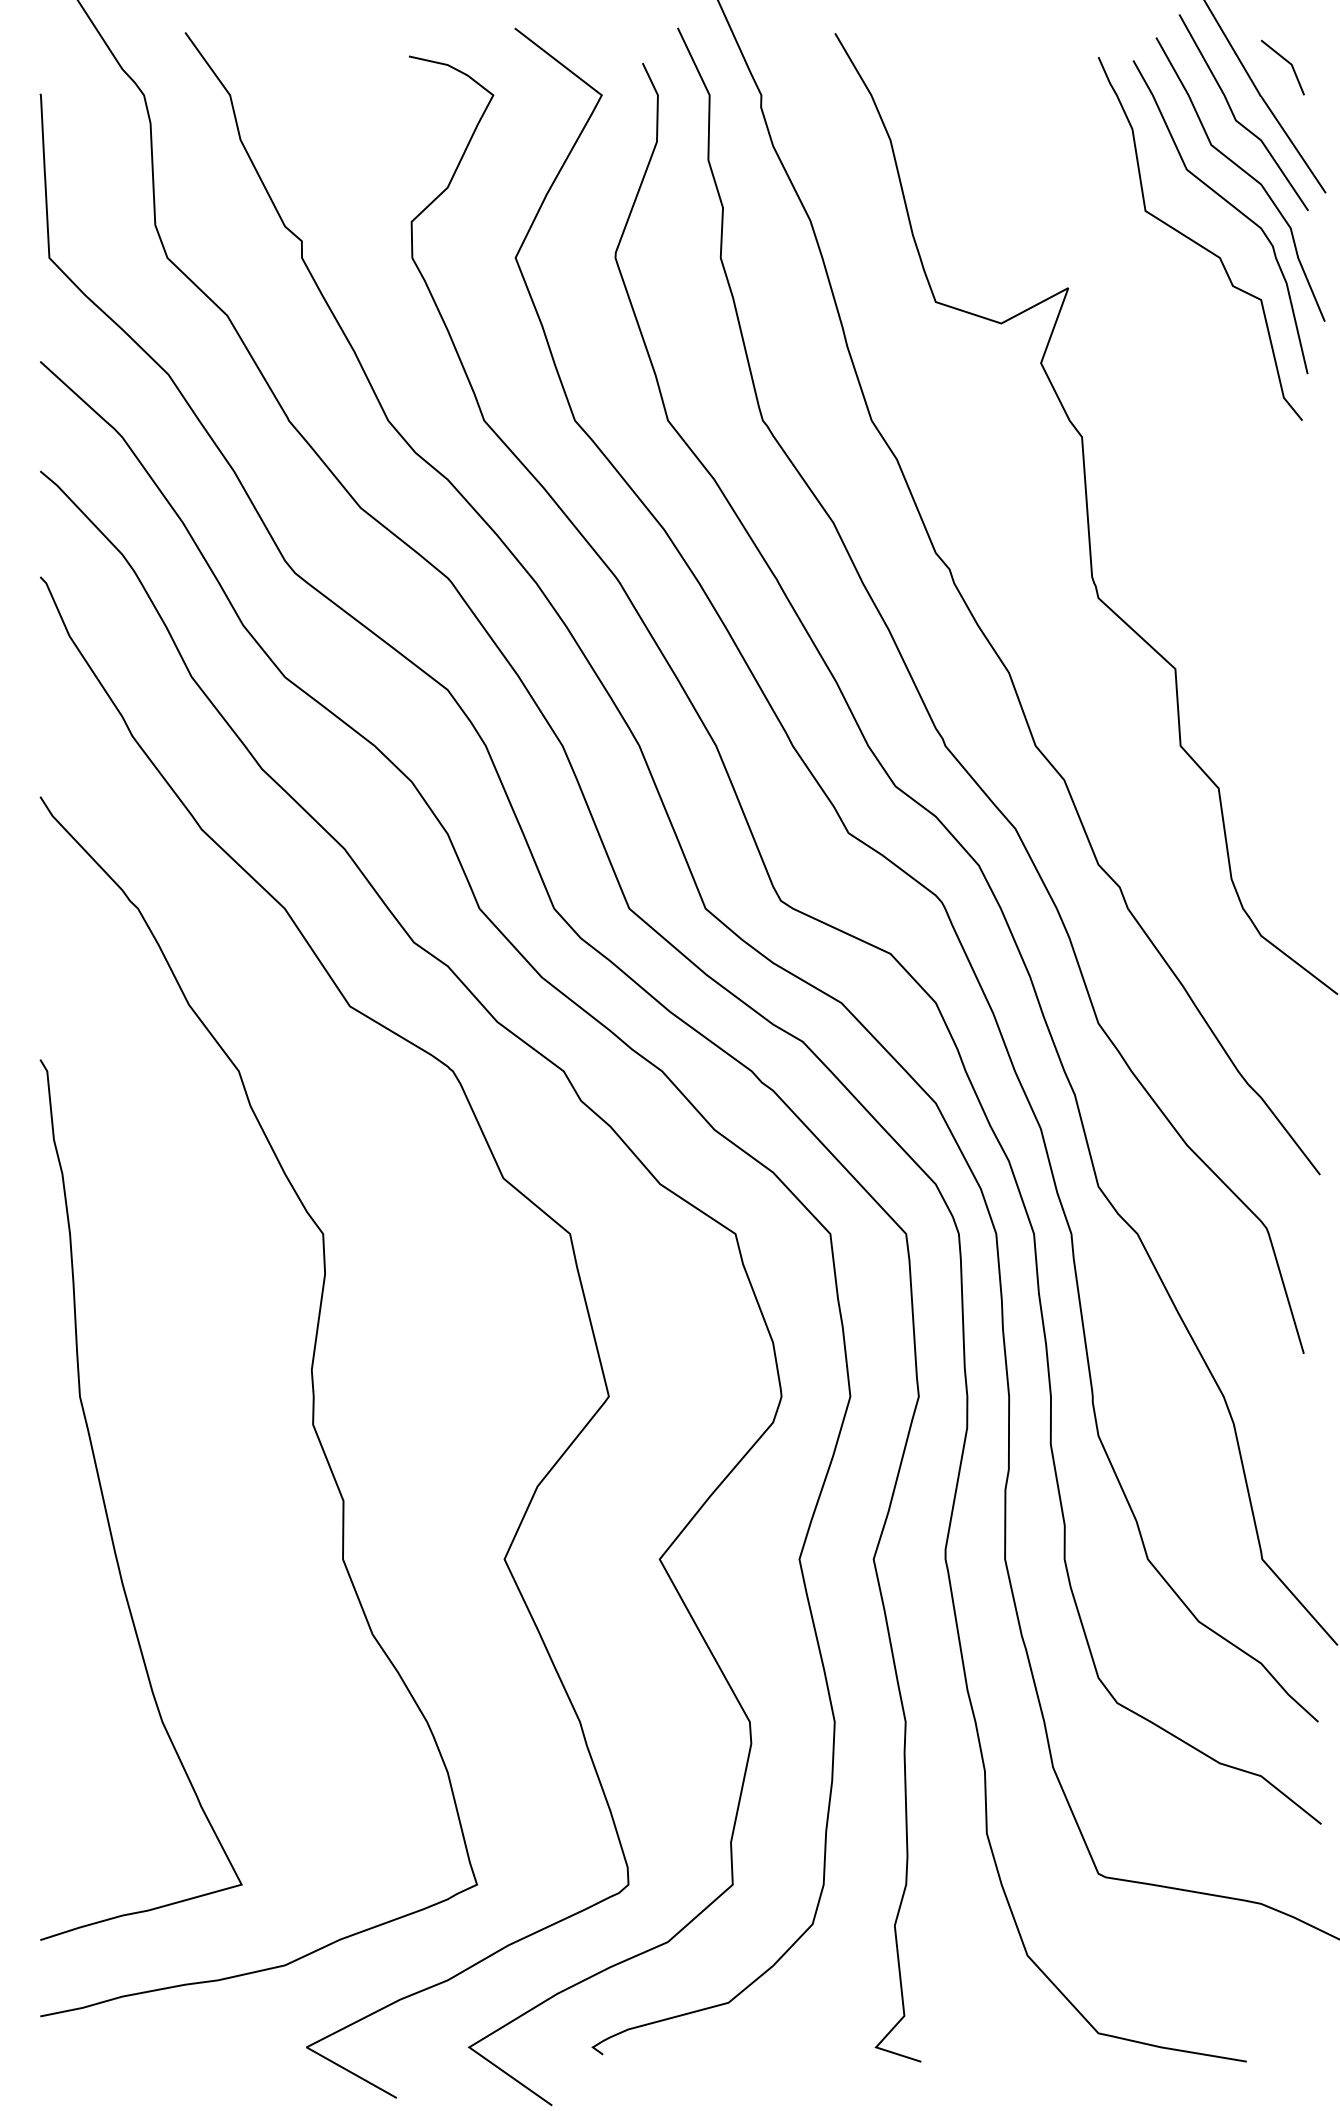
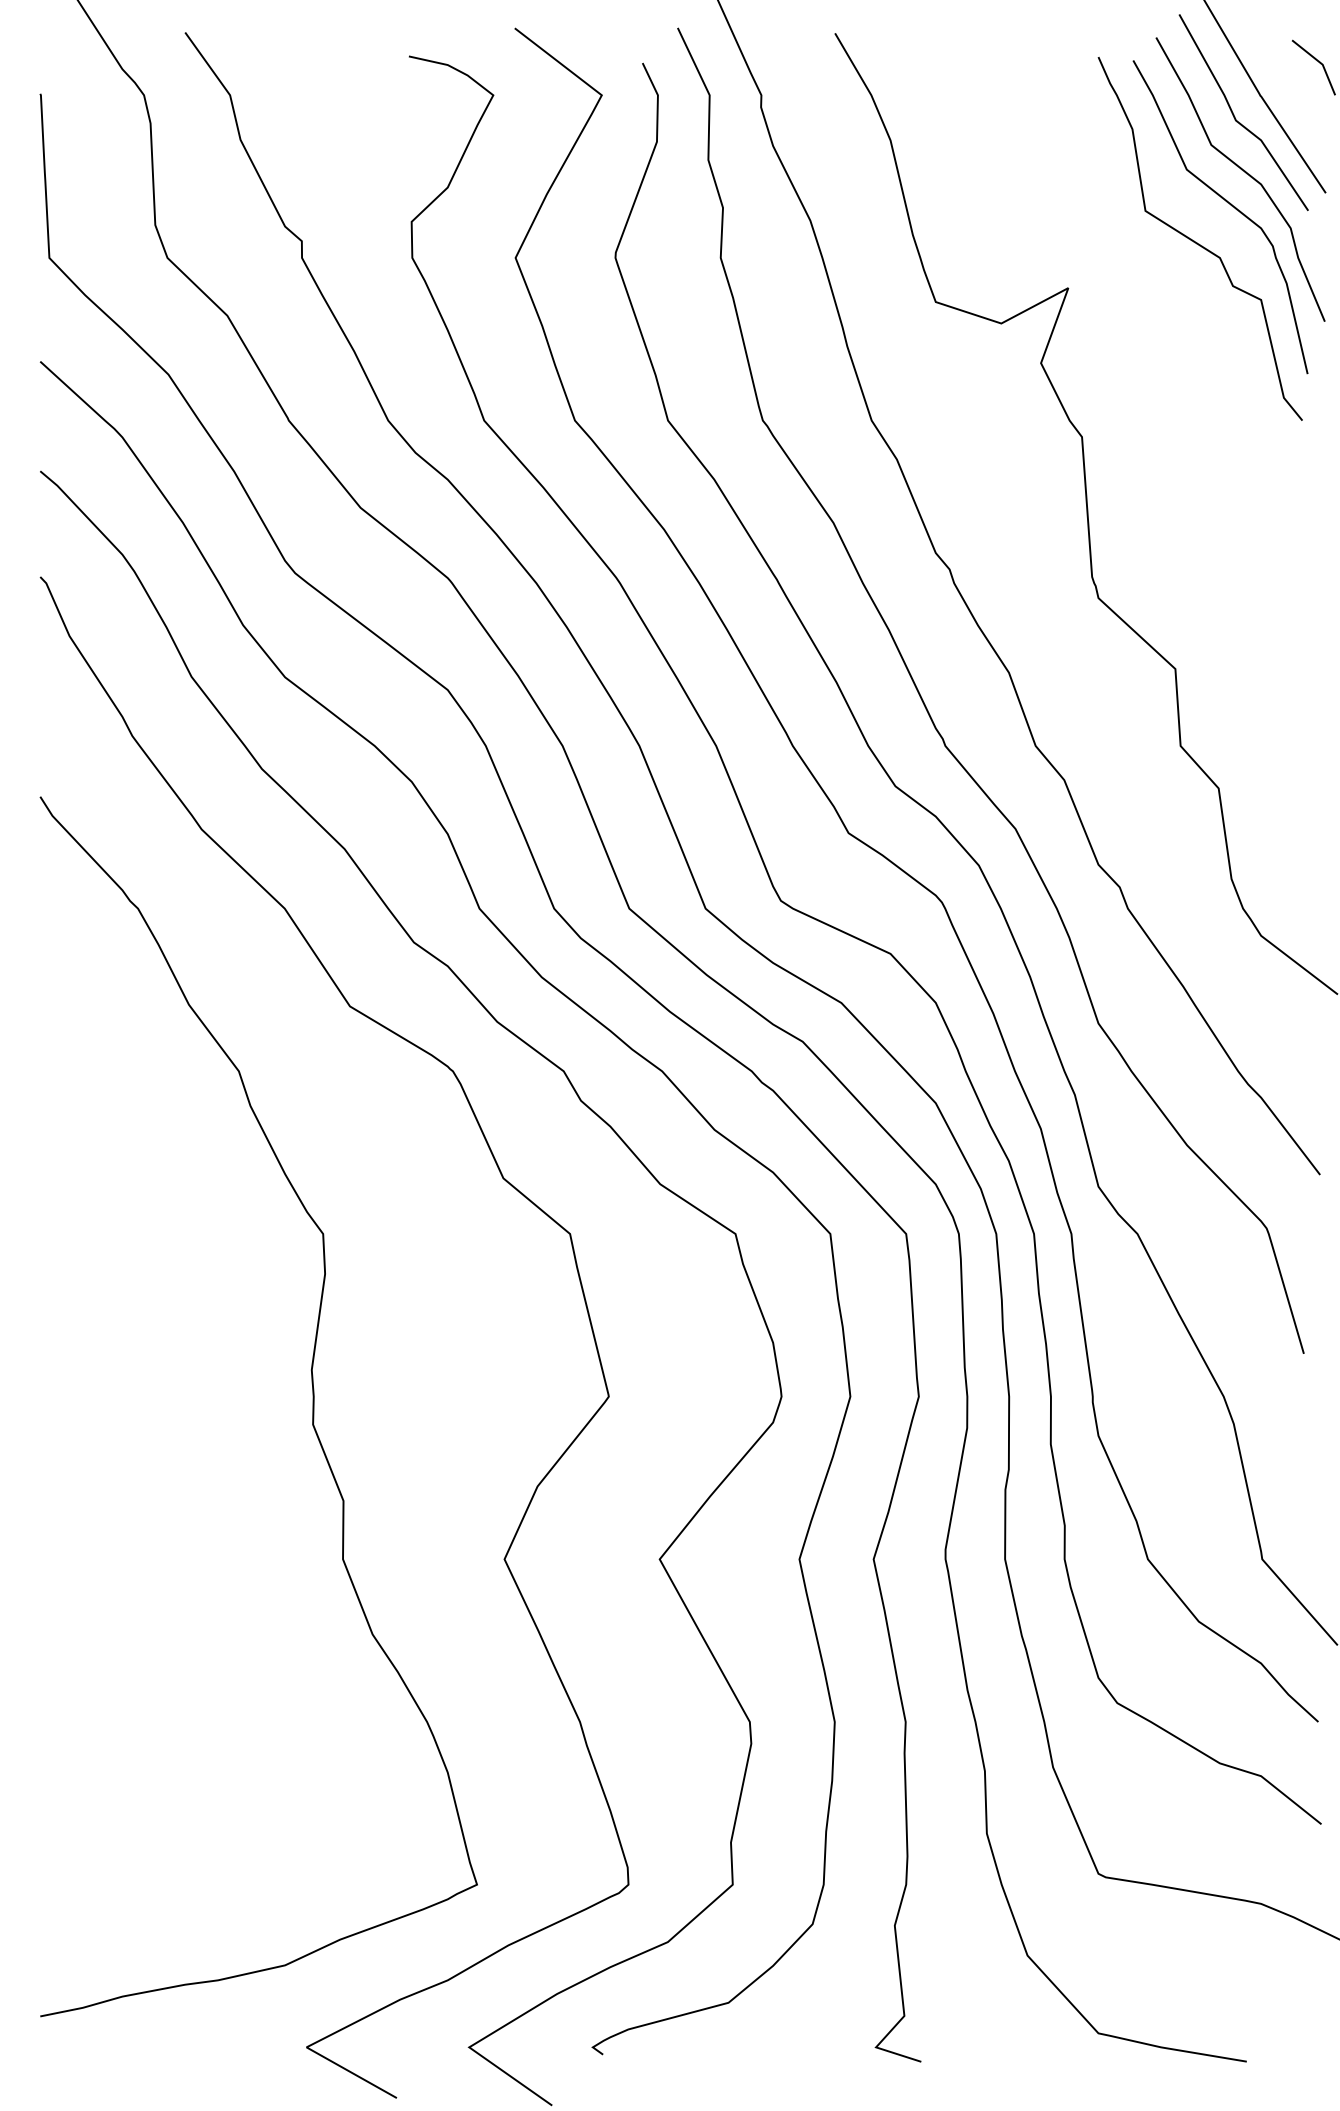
line at (1287, 62) position: (1287, 62) -> (1318, 62)
curve at (106, 1507): present -> none
